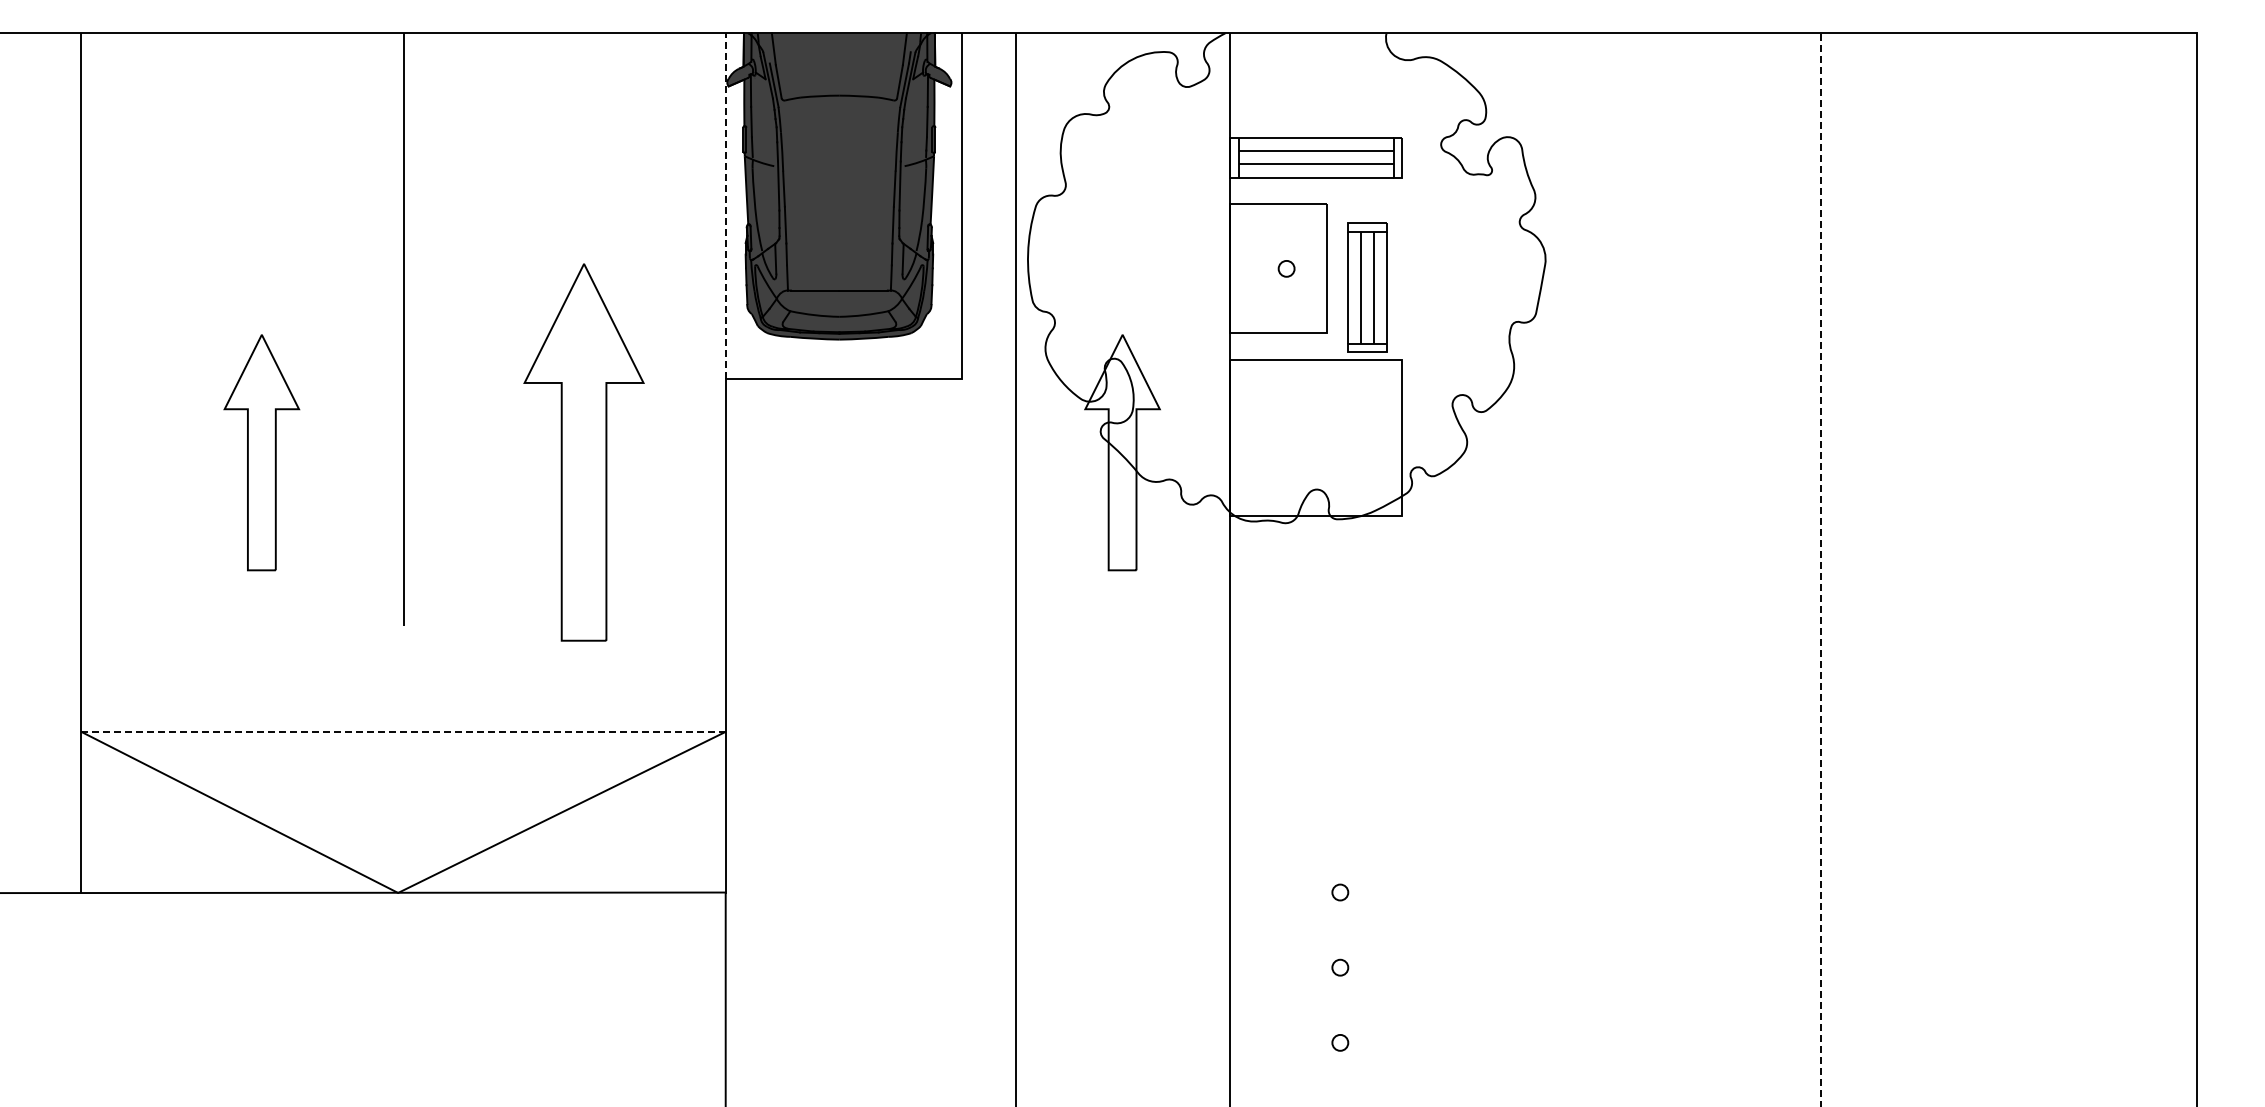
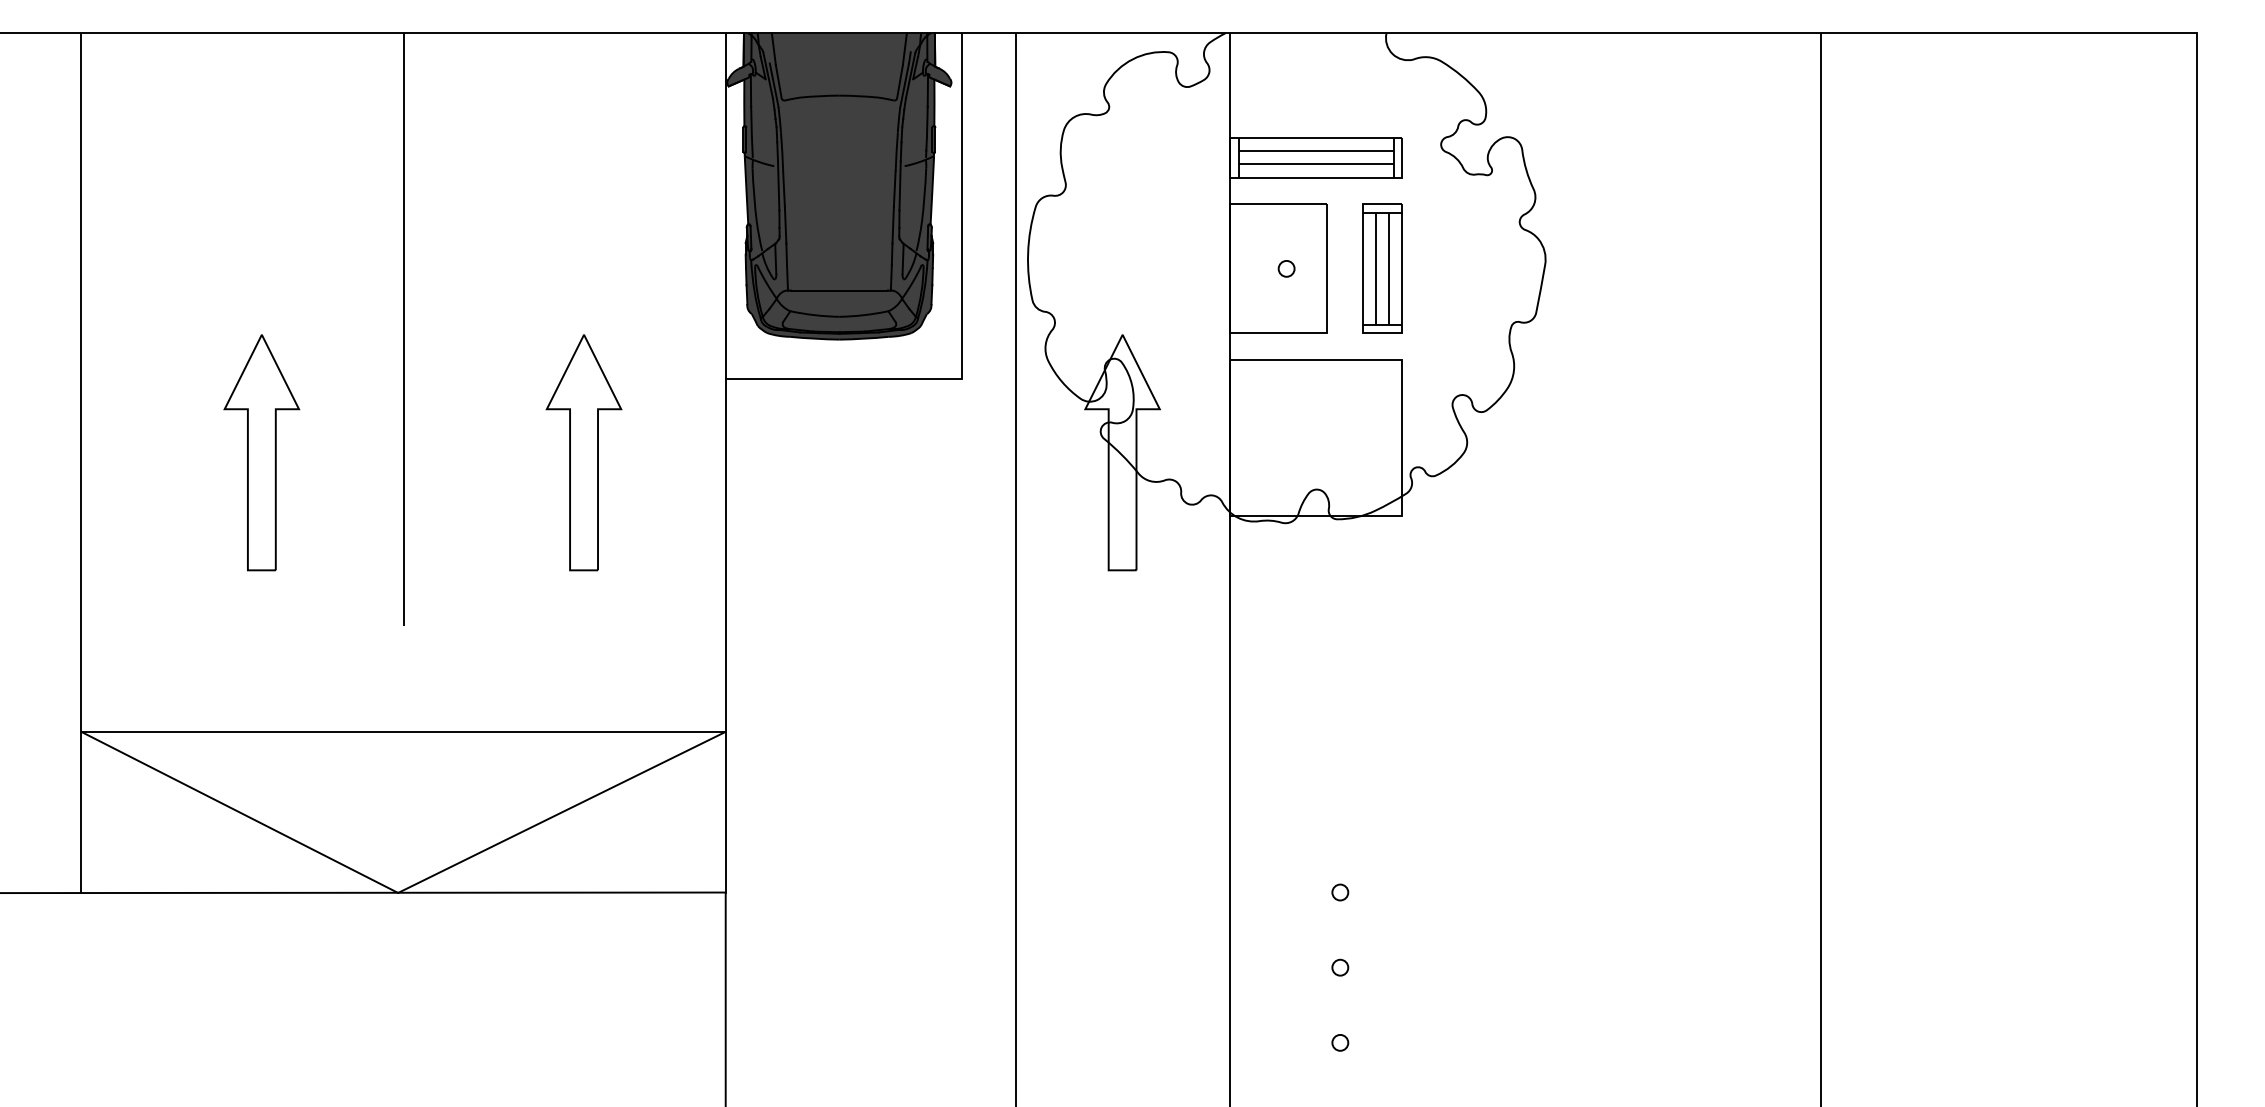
line at (725, 205): dashed -> solid
part at (1367, 287) position: (1367, 287) -> (1382, 268)
part at (583, 452) size: 122x379 px -> 78x238 px
line at (1821, 569): dashed -> solid
line at (403, 731): dashed -> solid
